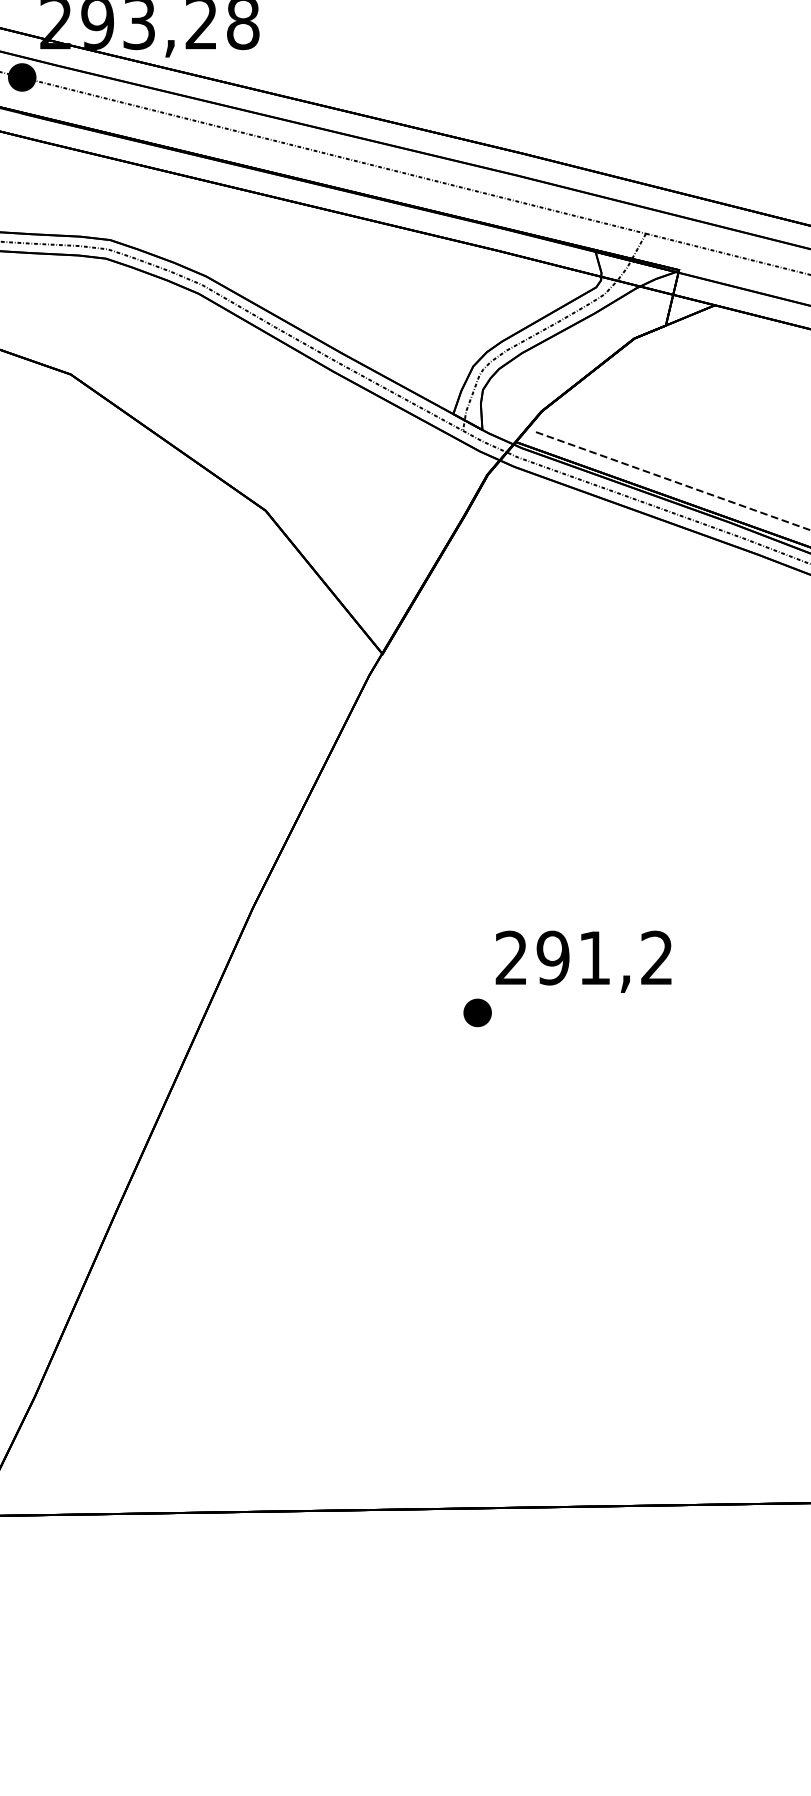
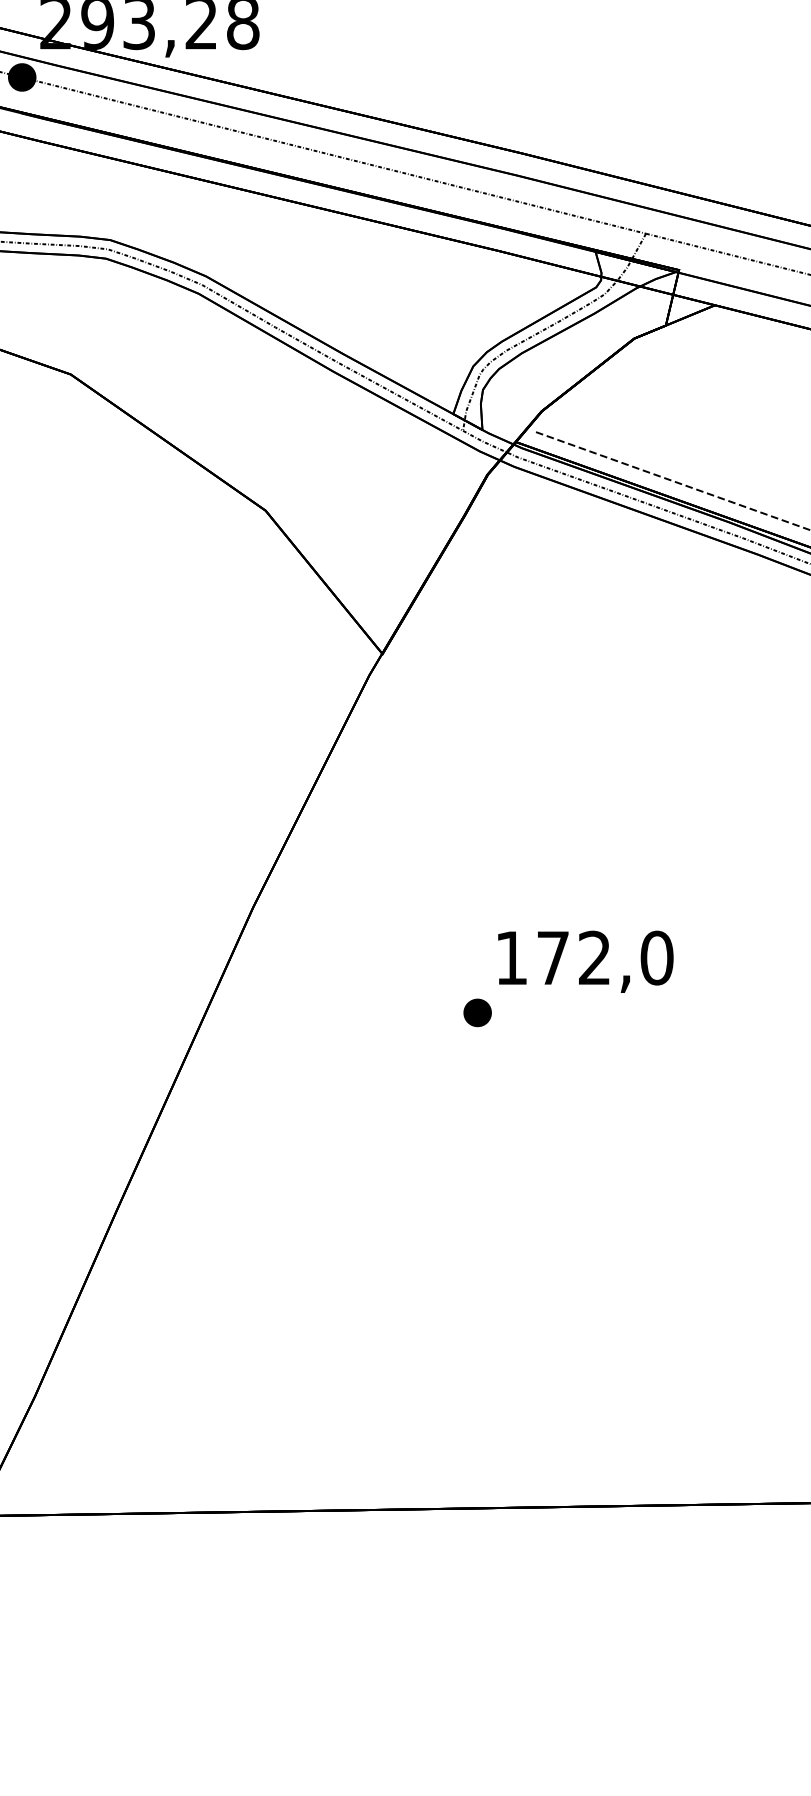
text at (584, 957): 291,2 -> 172,0
